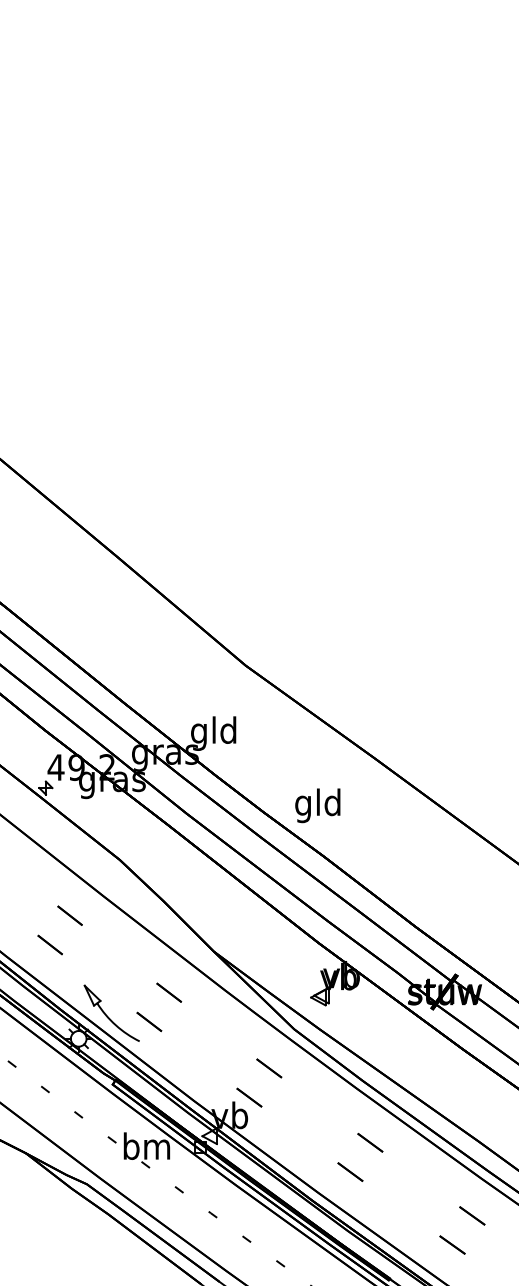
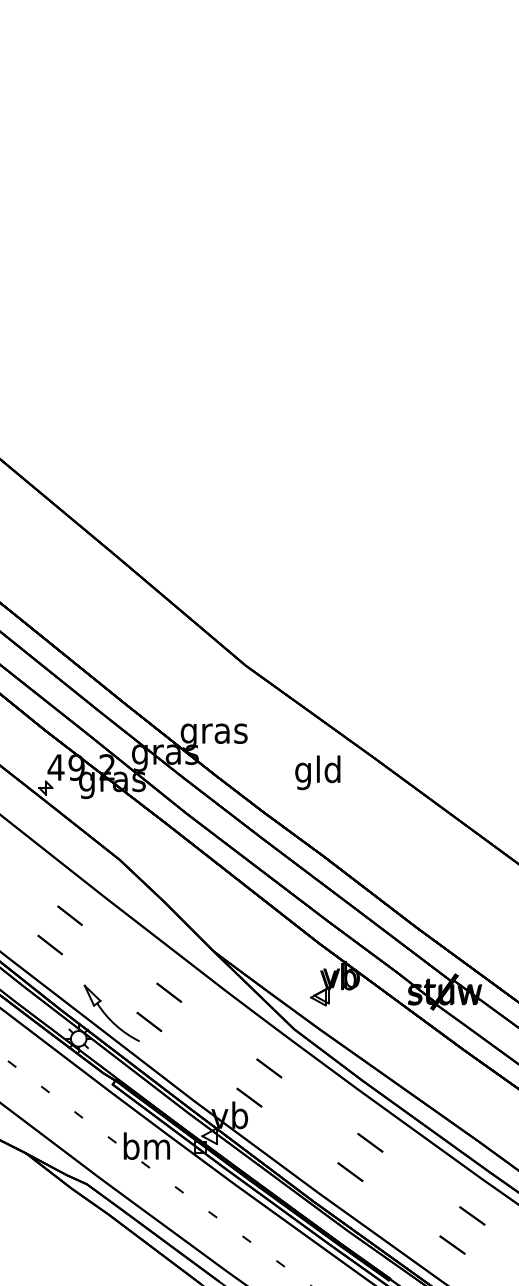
text at (213, 733): gld -> gras
text at (317, 805) position: (317, 805) -> (317, 772)
